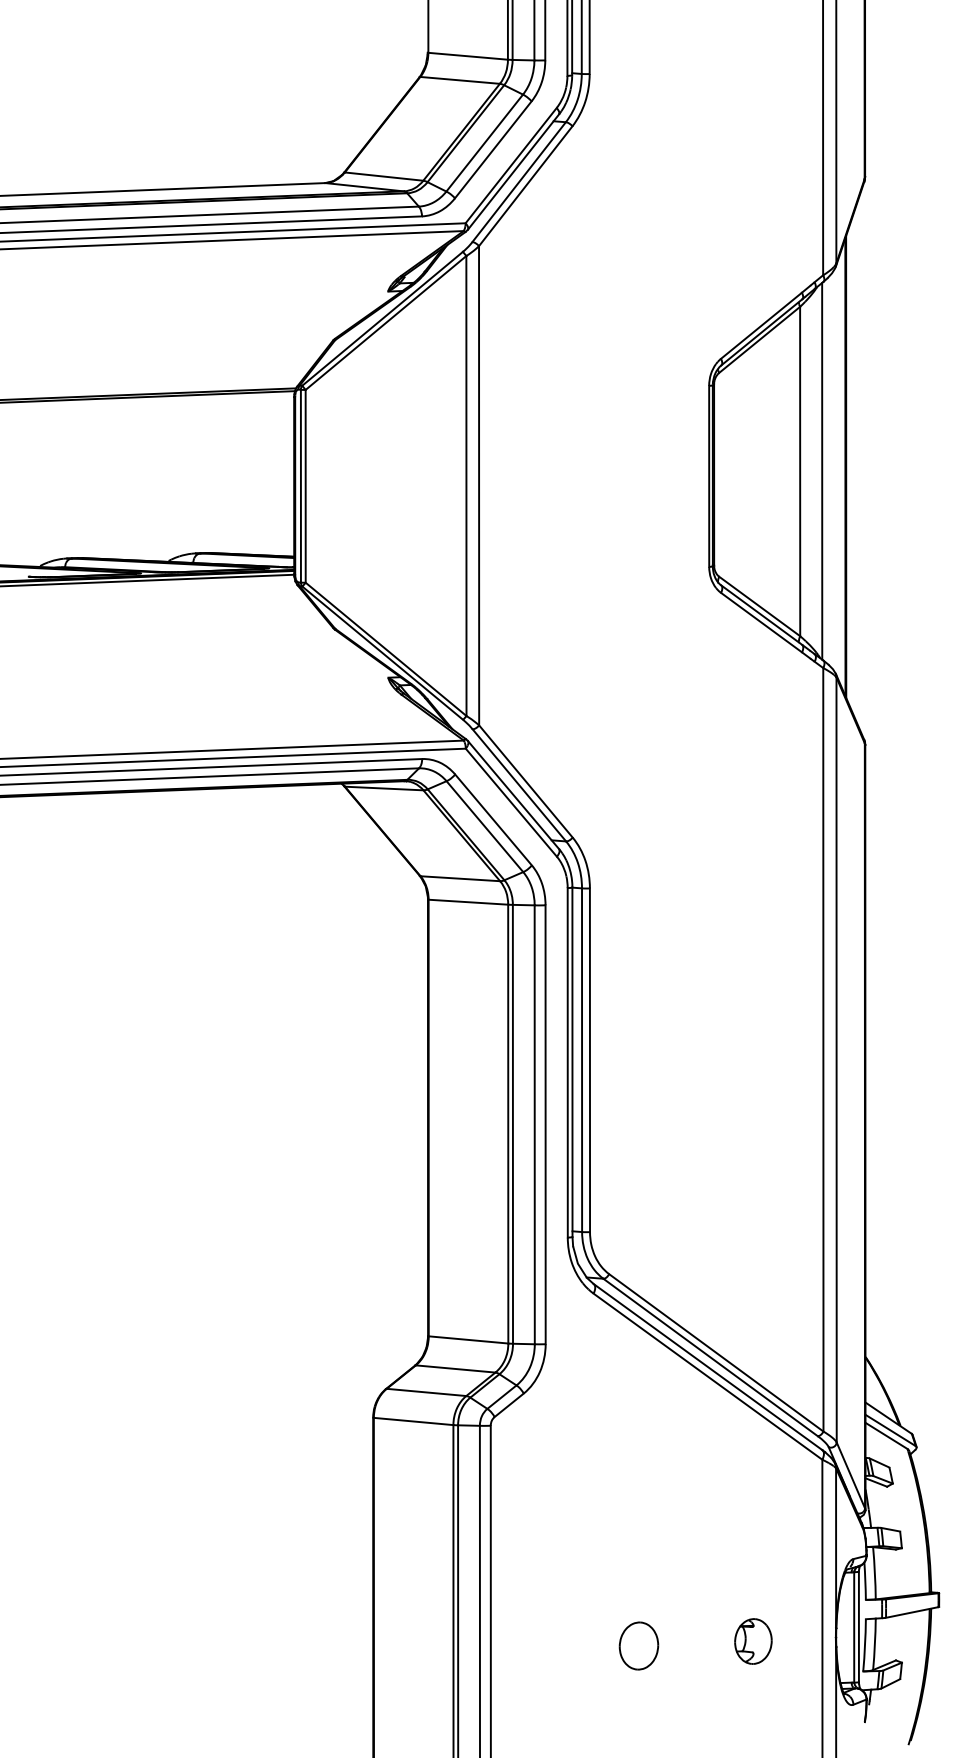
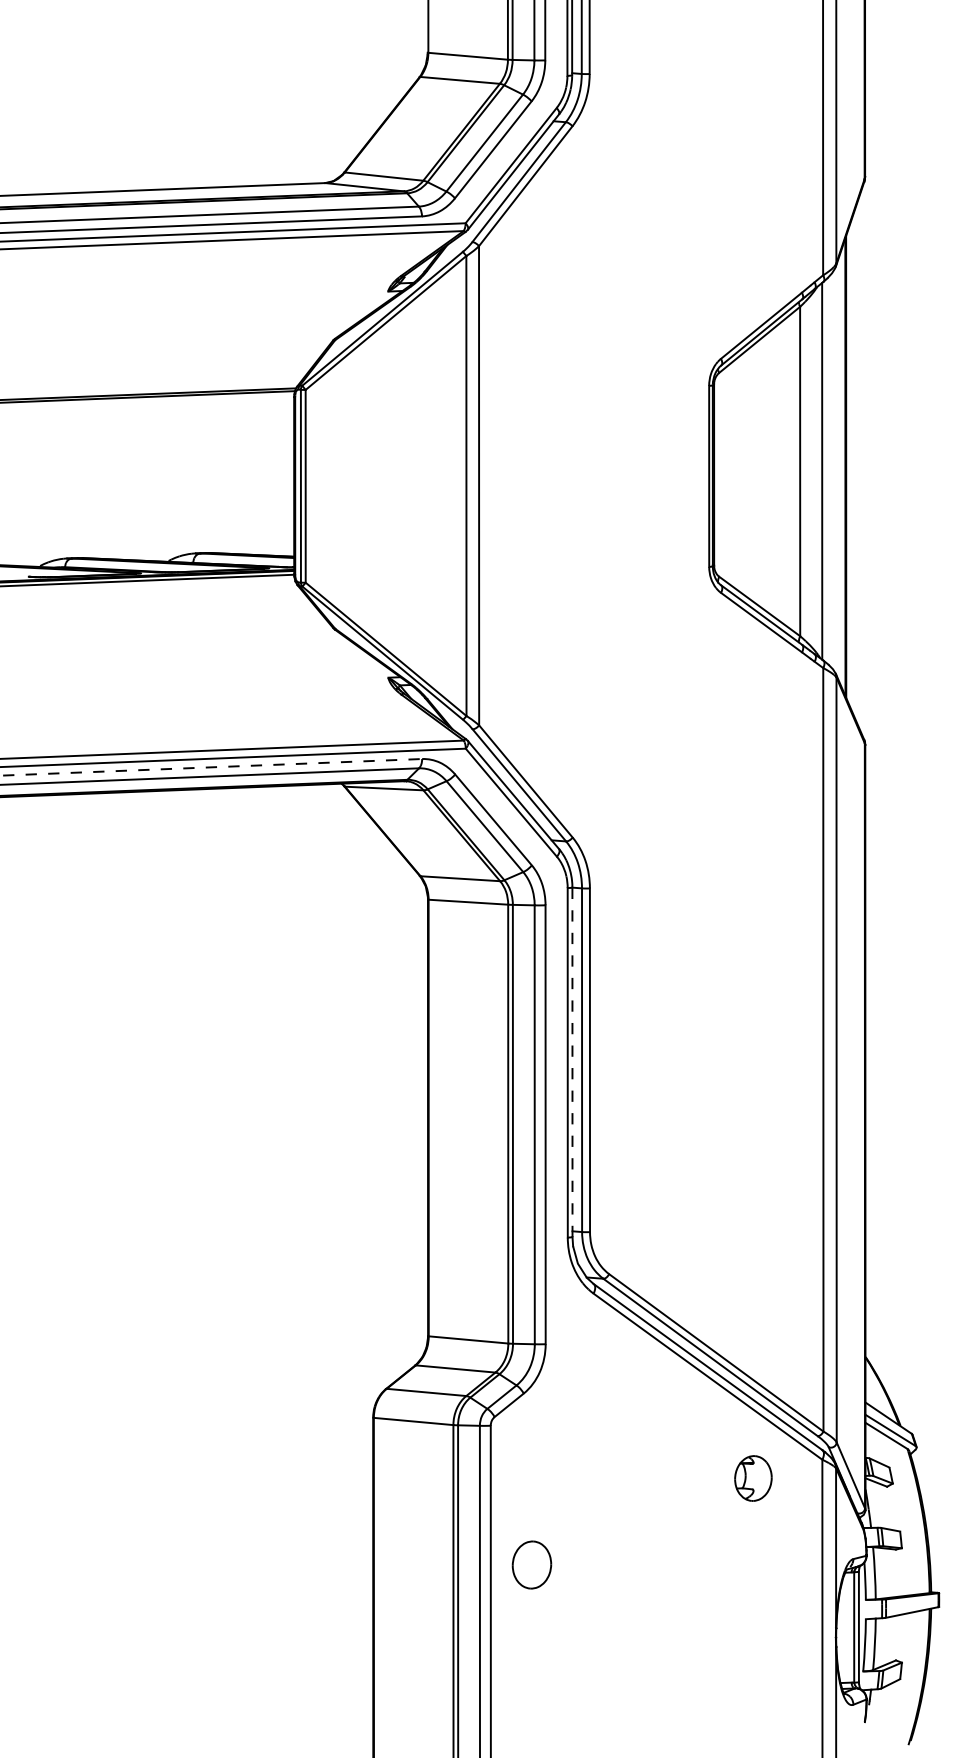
line at (211, 767): solid -> dashed
line at (572, 1062): solid -> dashed
part at (753, 1641) position: (753, 1641) -> (753, 1478)
part at (638, 1645) position: (638, 1645) -> (531, 1564)
